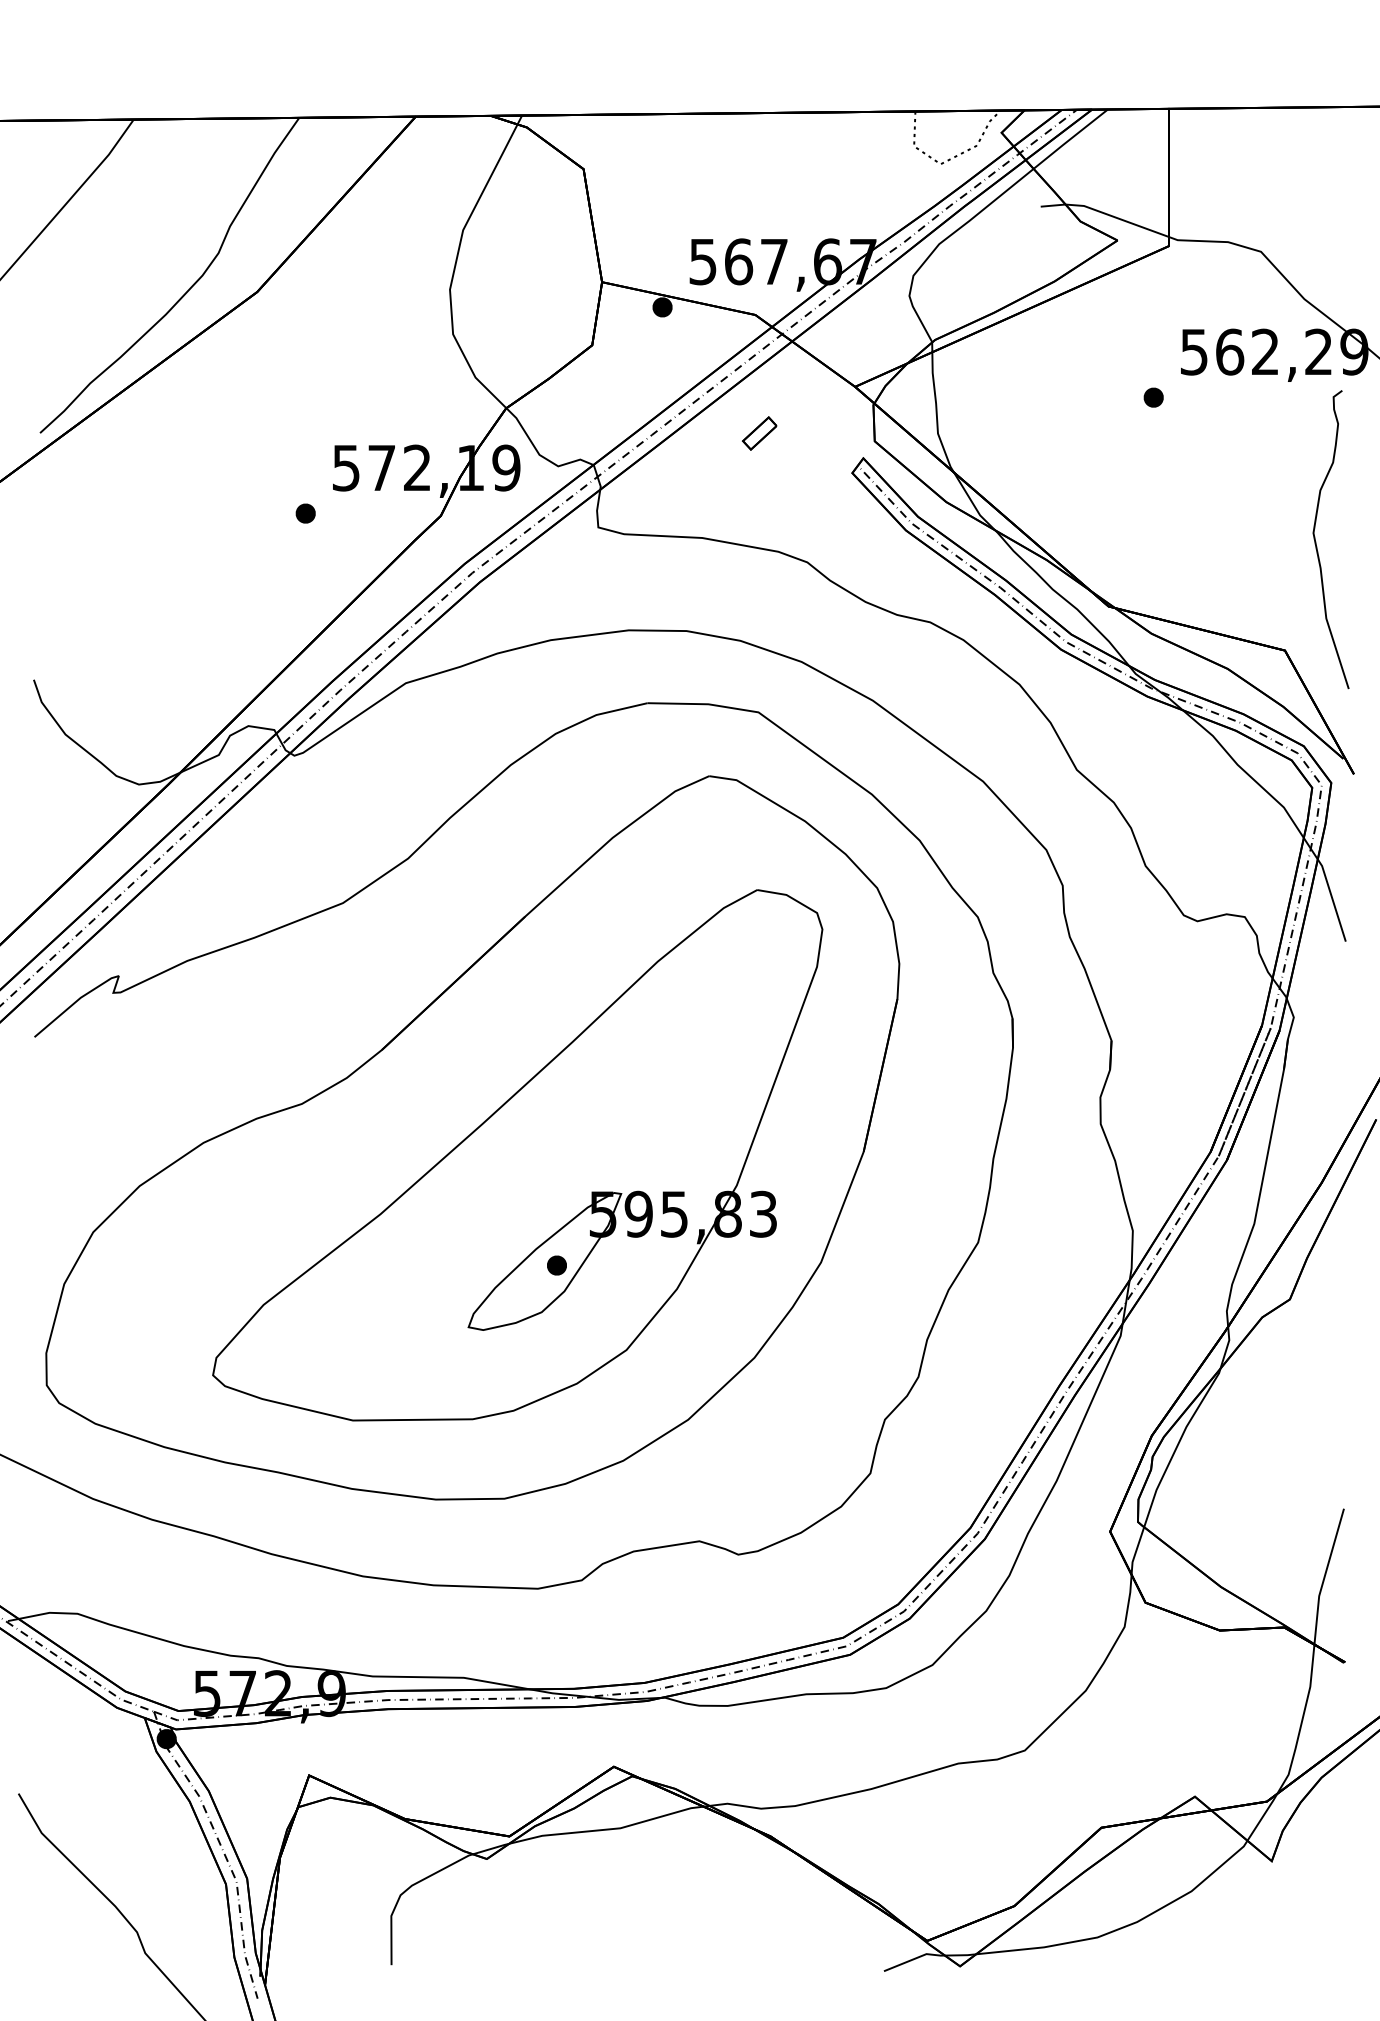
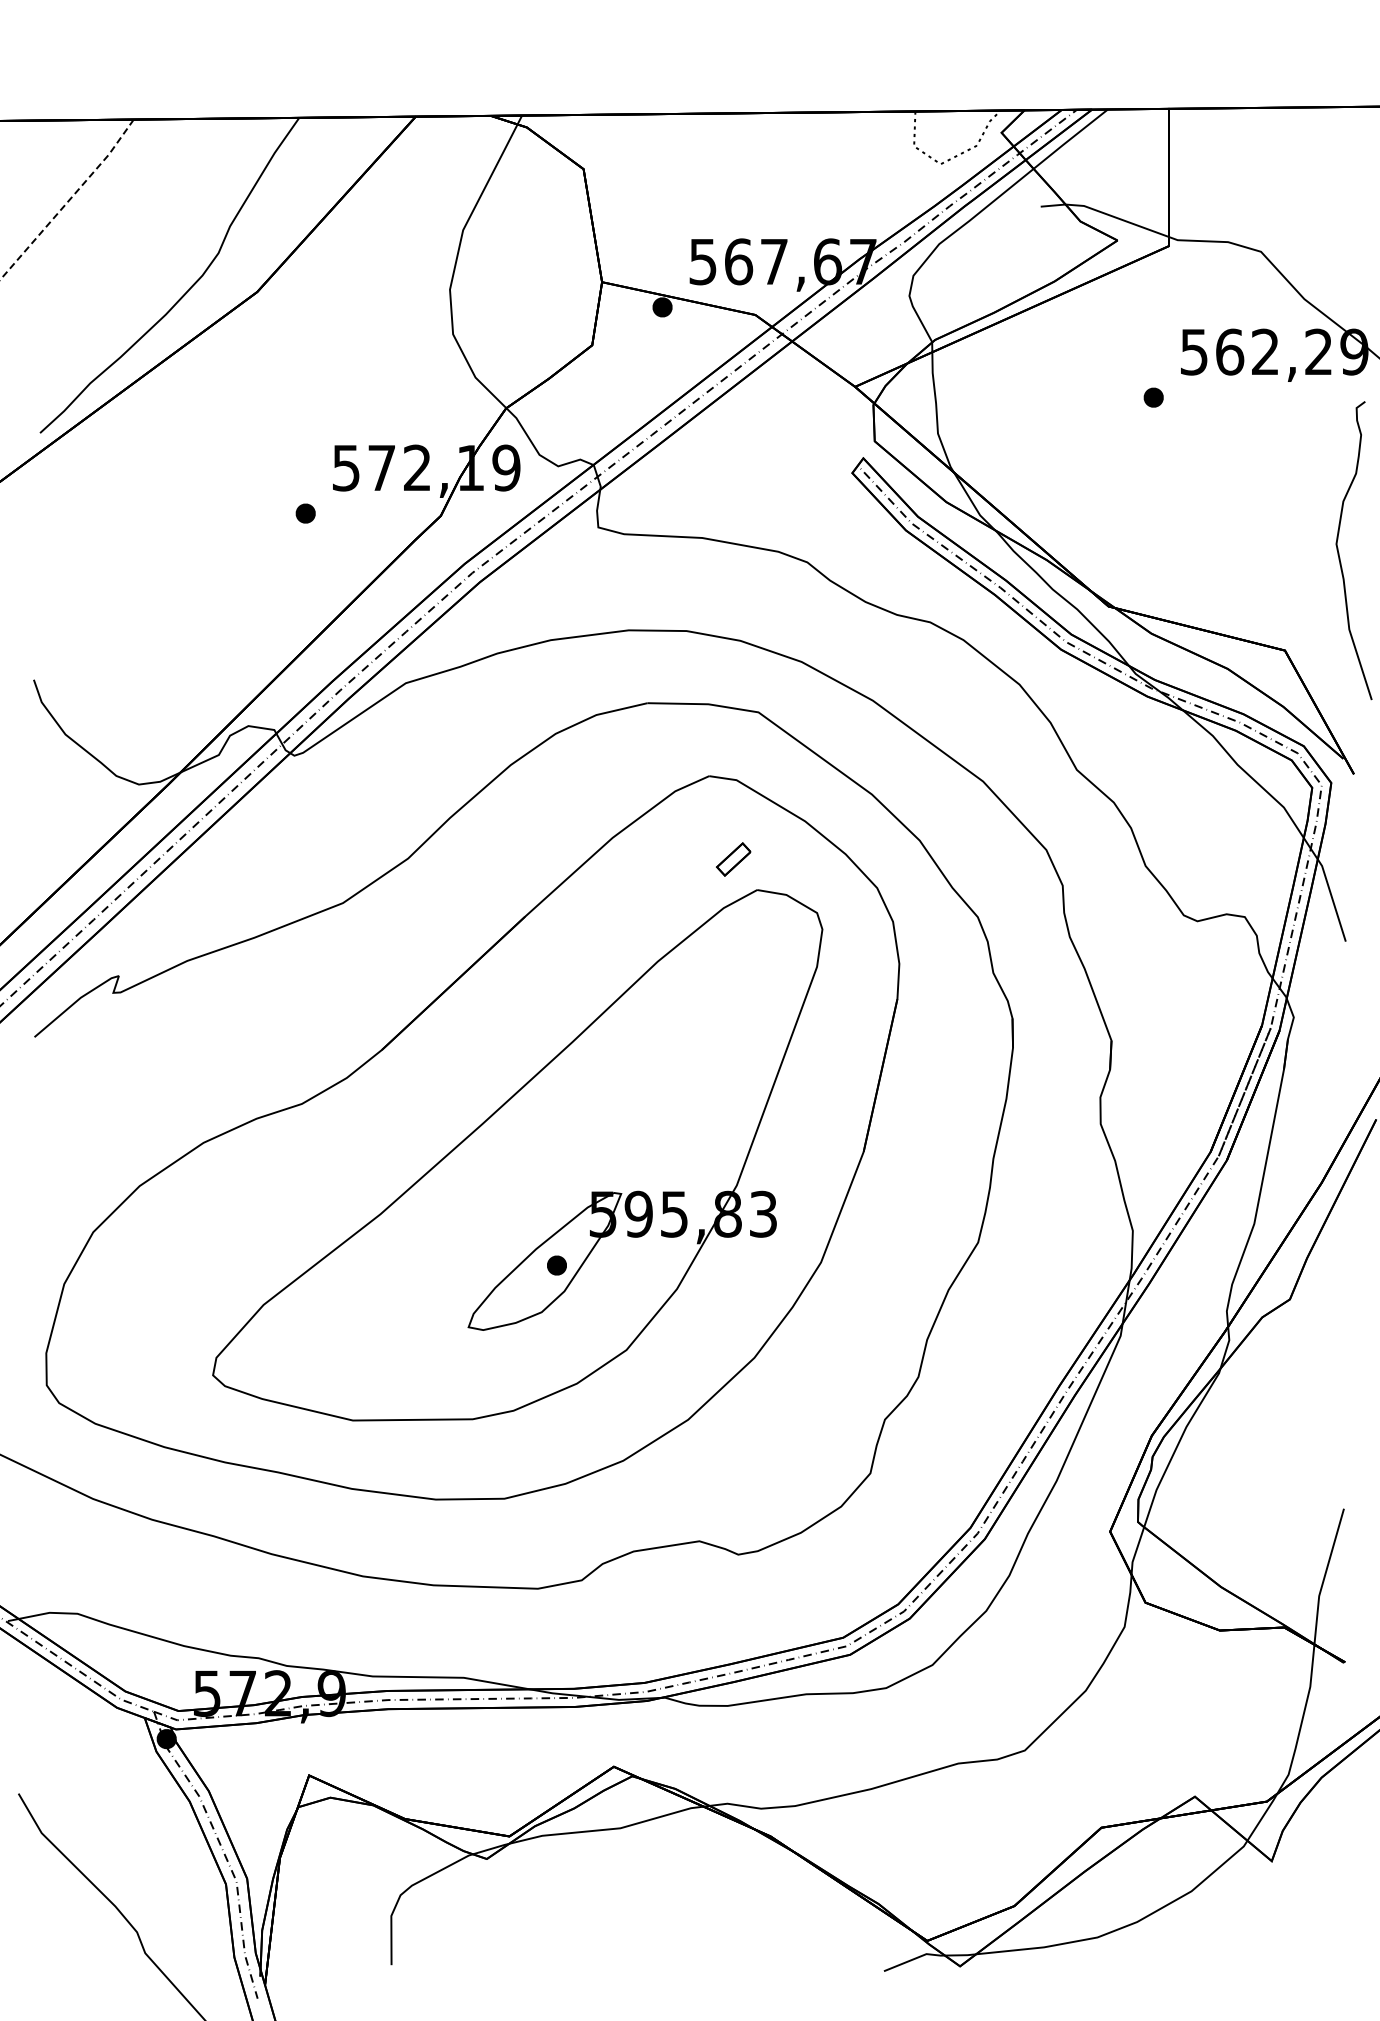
line at (69, 200): solid -> dashed
part at (759, 433) position: (759, 433) -> (733, 859)
curve at (1316, 541) position: (1316, 541) -> (1339, 552)
